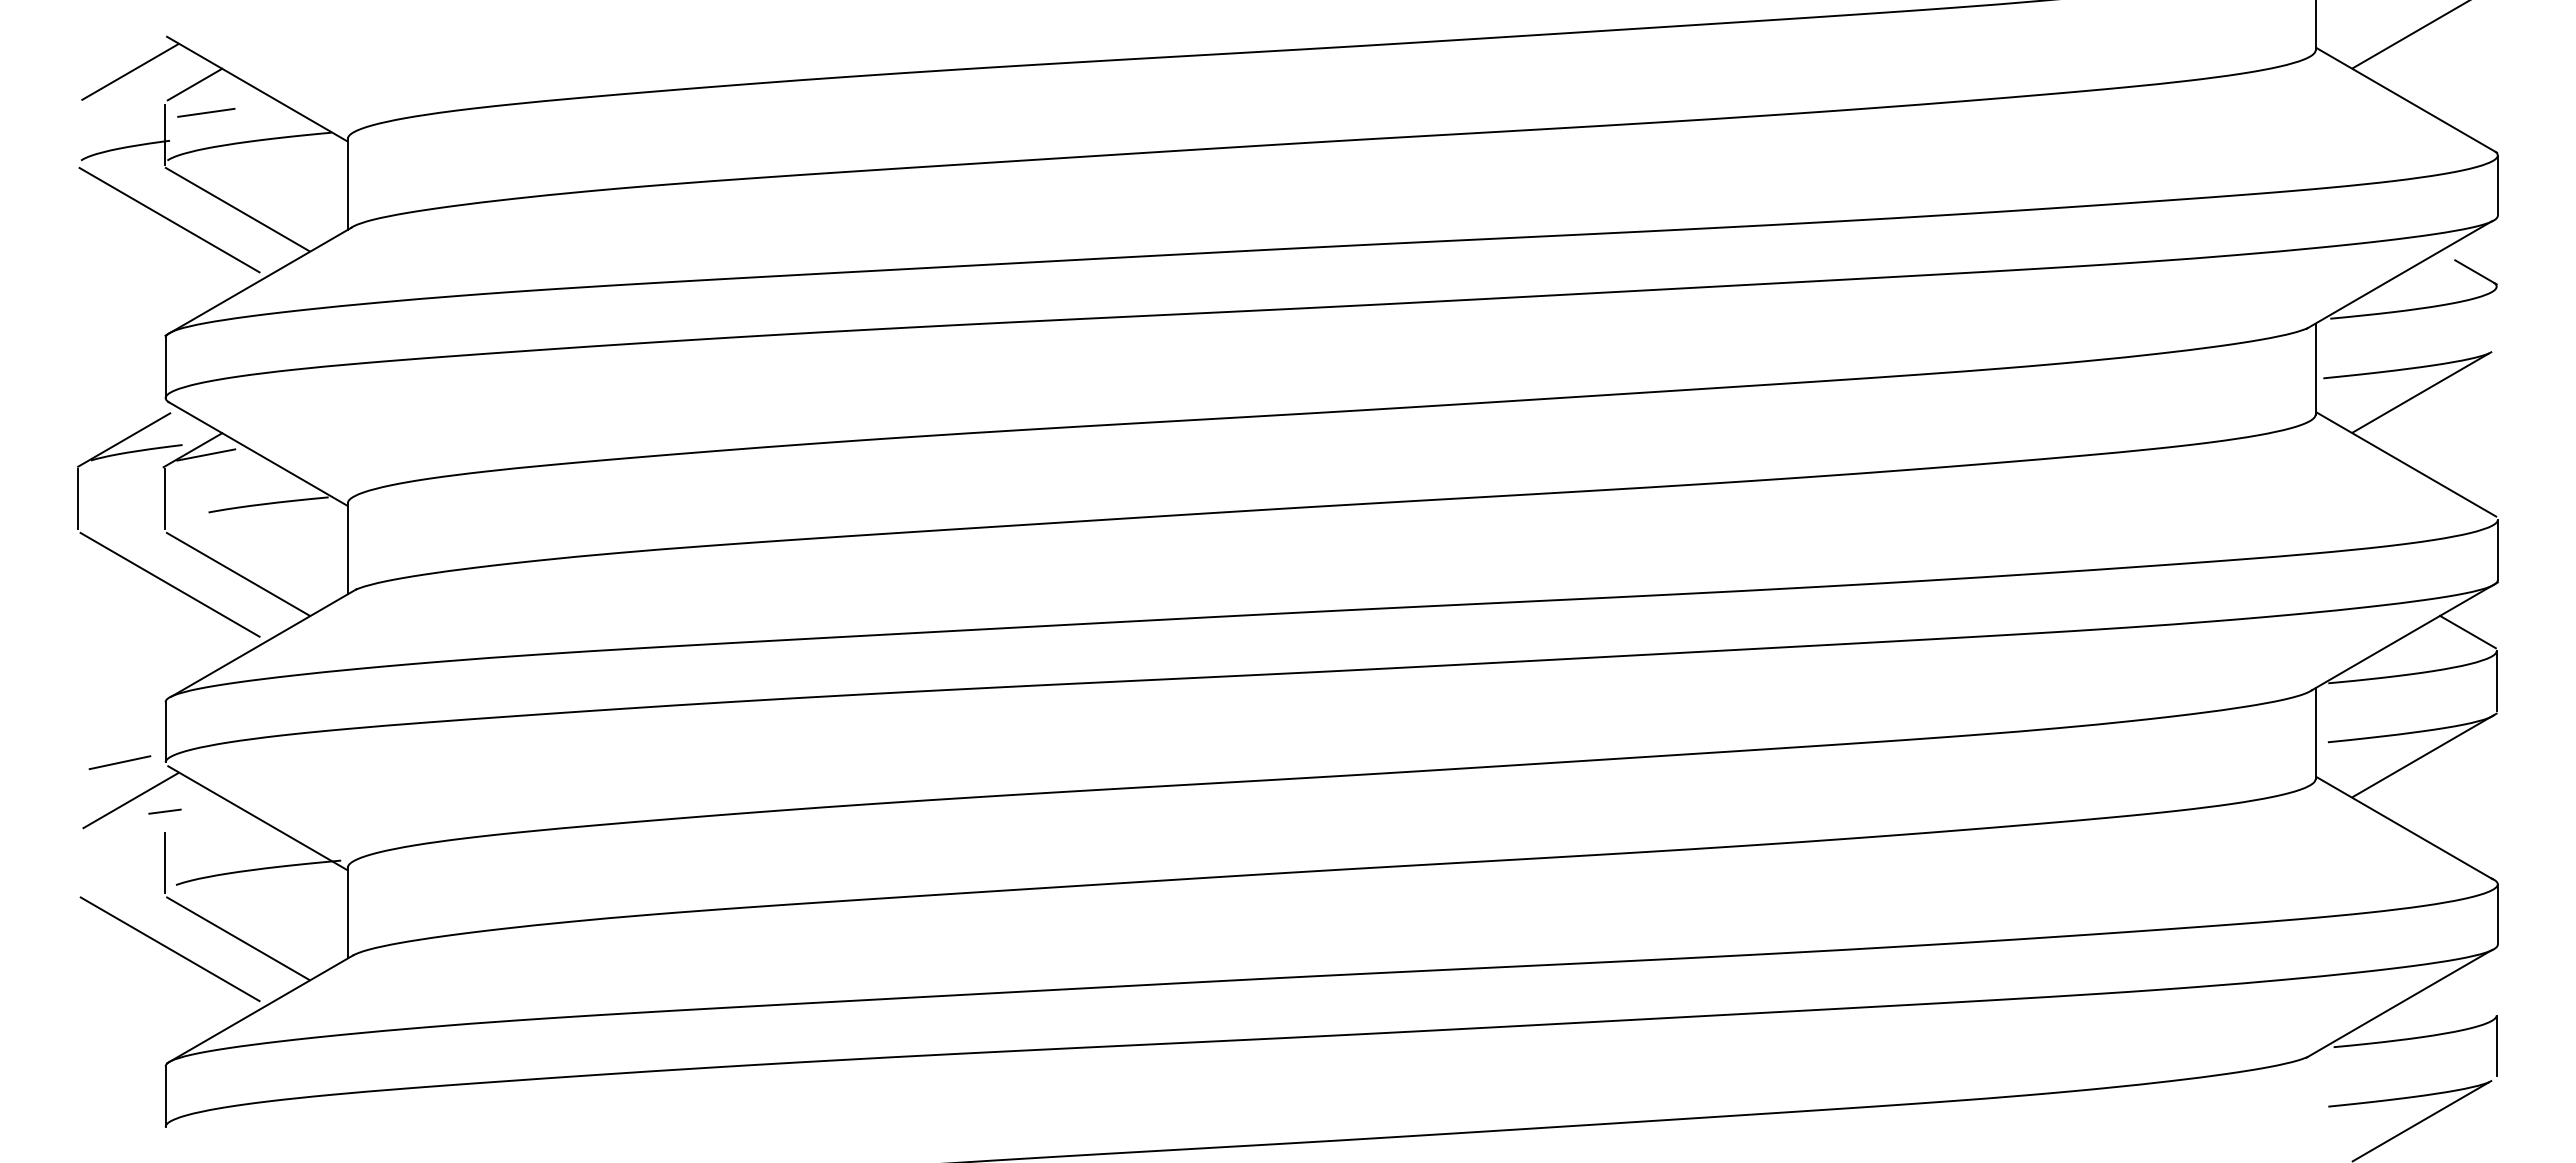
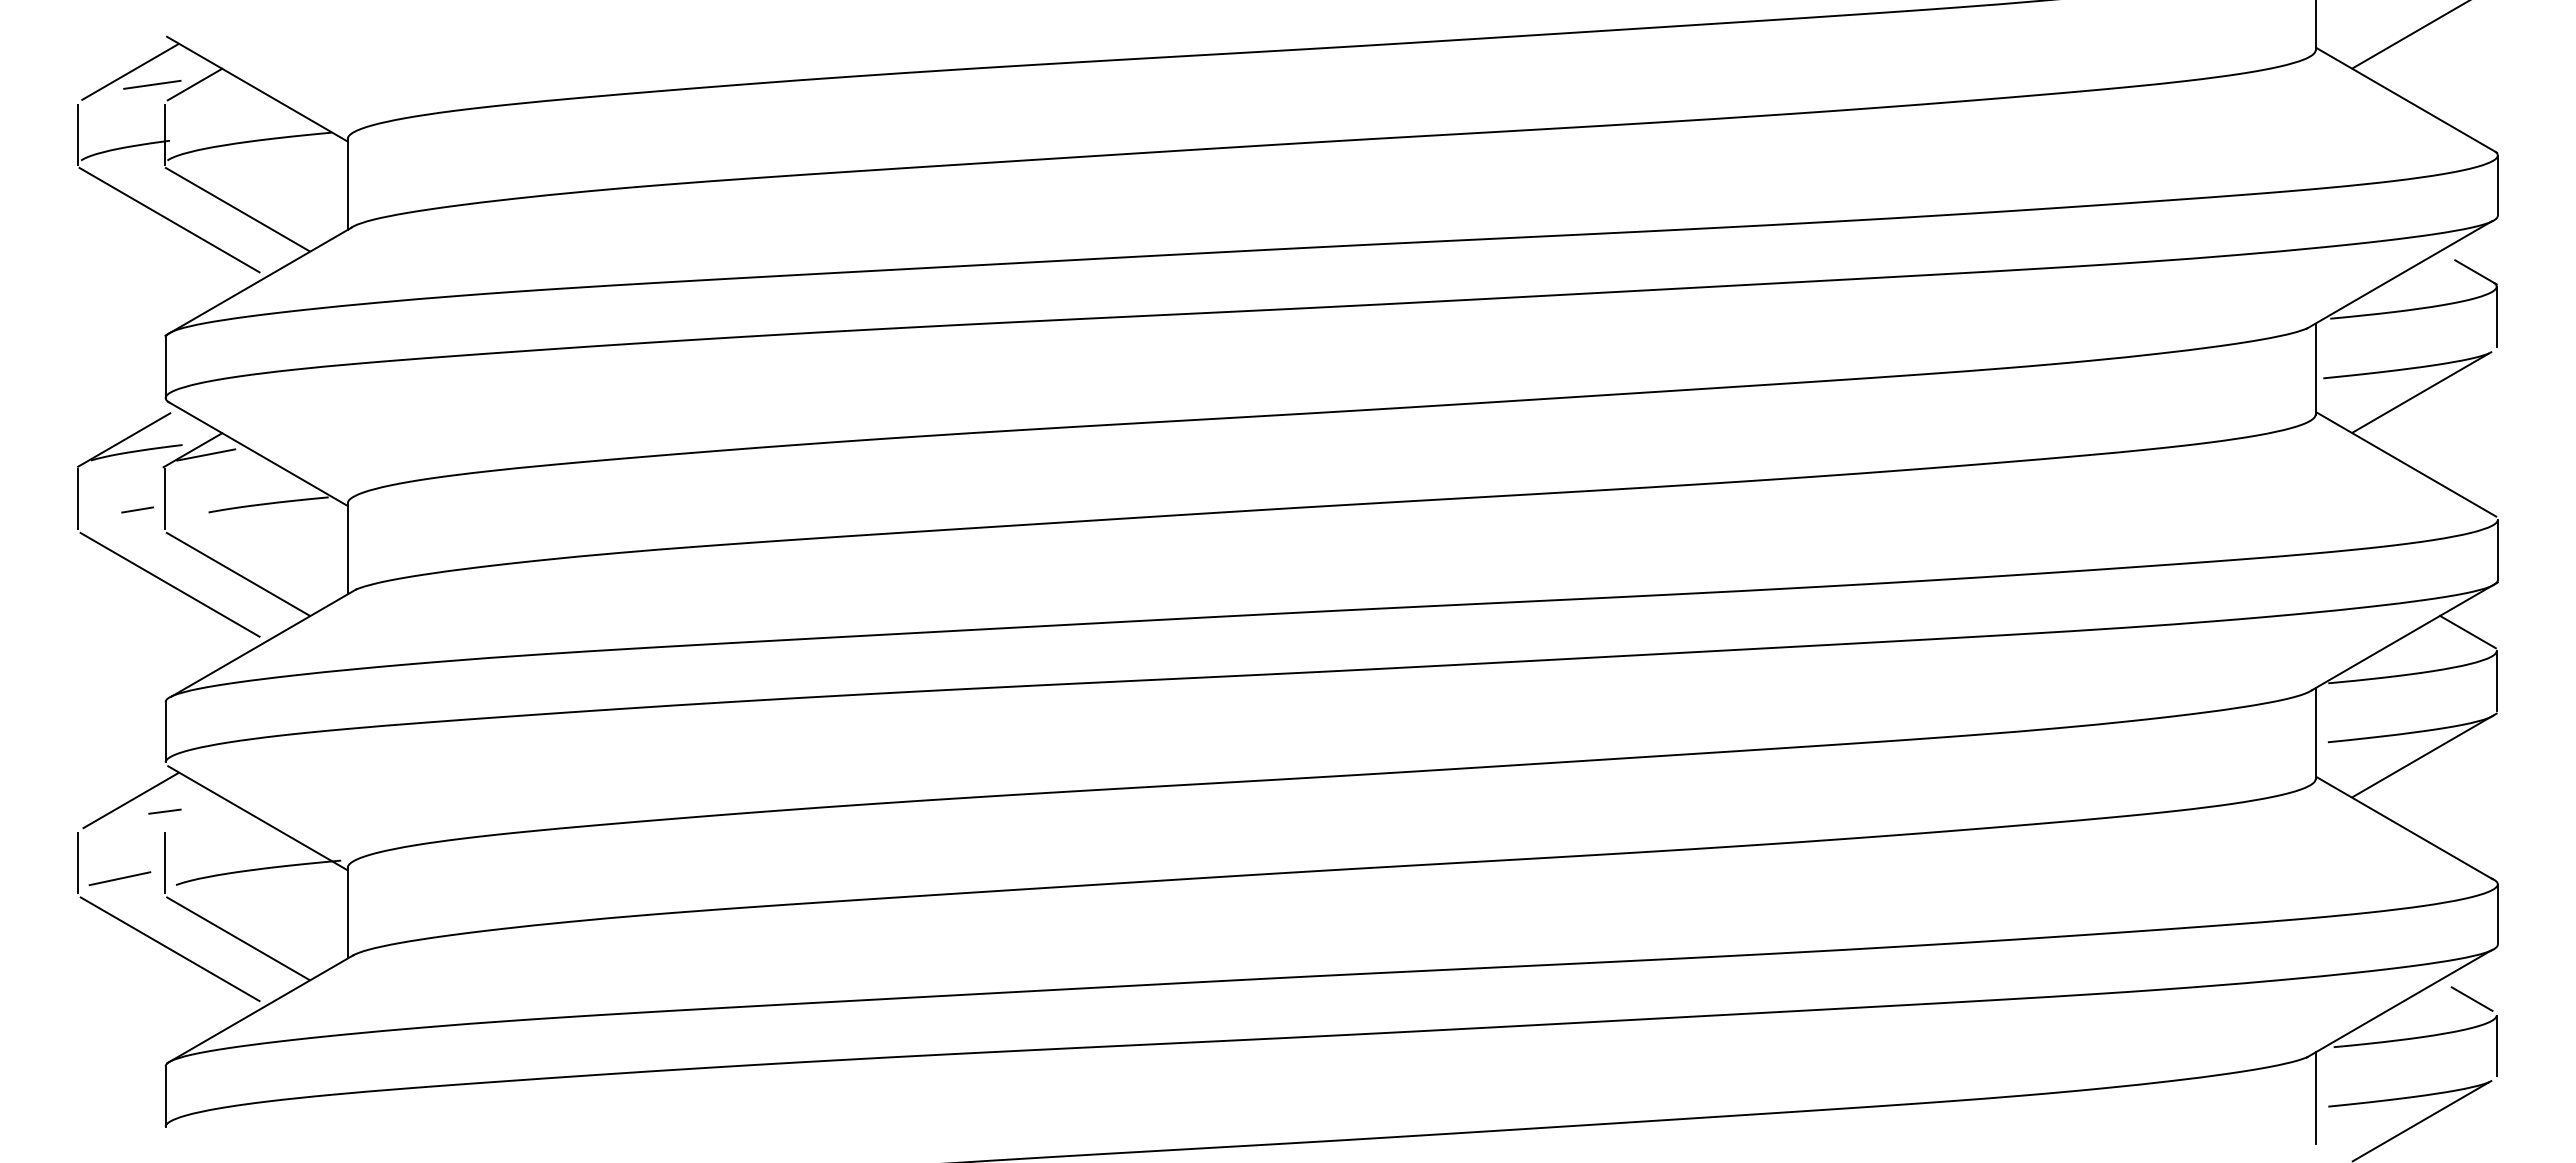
line at (206, 112) position: (206, 112) -> (152, 84)
line at (78, 134): none -> present
line at (2496, 316): none -> present
line at (137, 509): none -> present
line at (119, 762) position: (119, 762) -> (119, 878)
line at (78, 863): none -> present
line at (2471, 998): none -> present
line at (2315, 1097): none -> present
